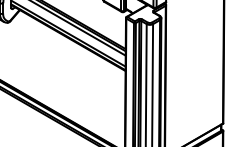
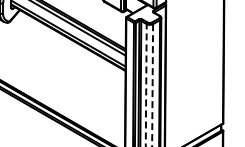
line at (146, 84): solid -> dashed
line at (152, 85): solid -> dashed
